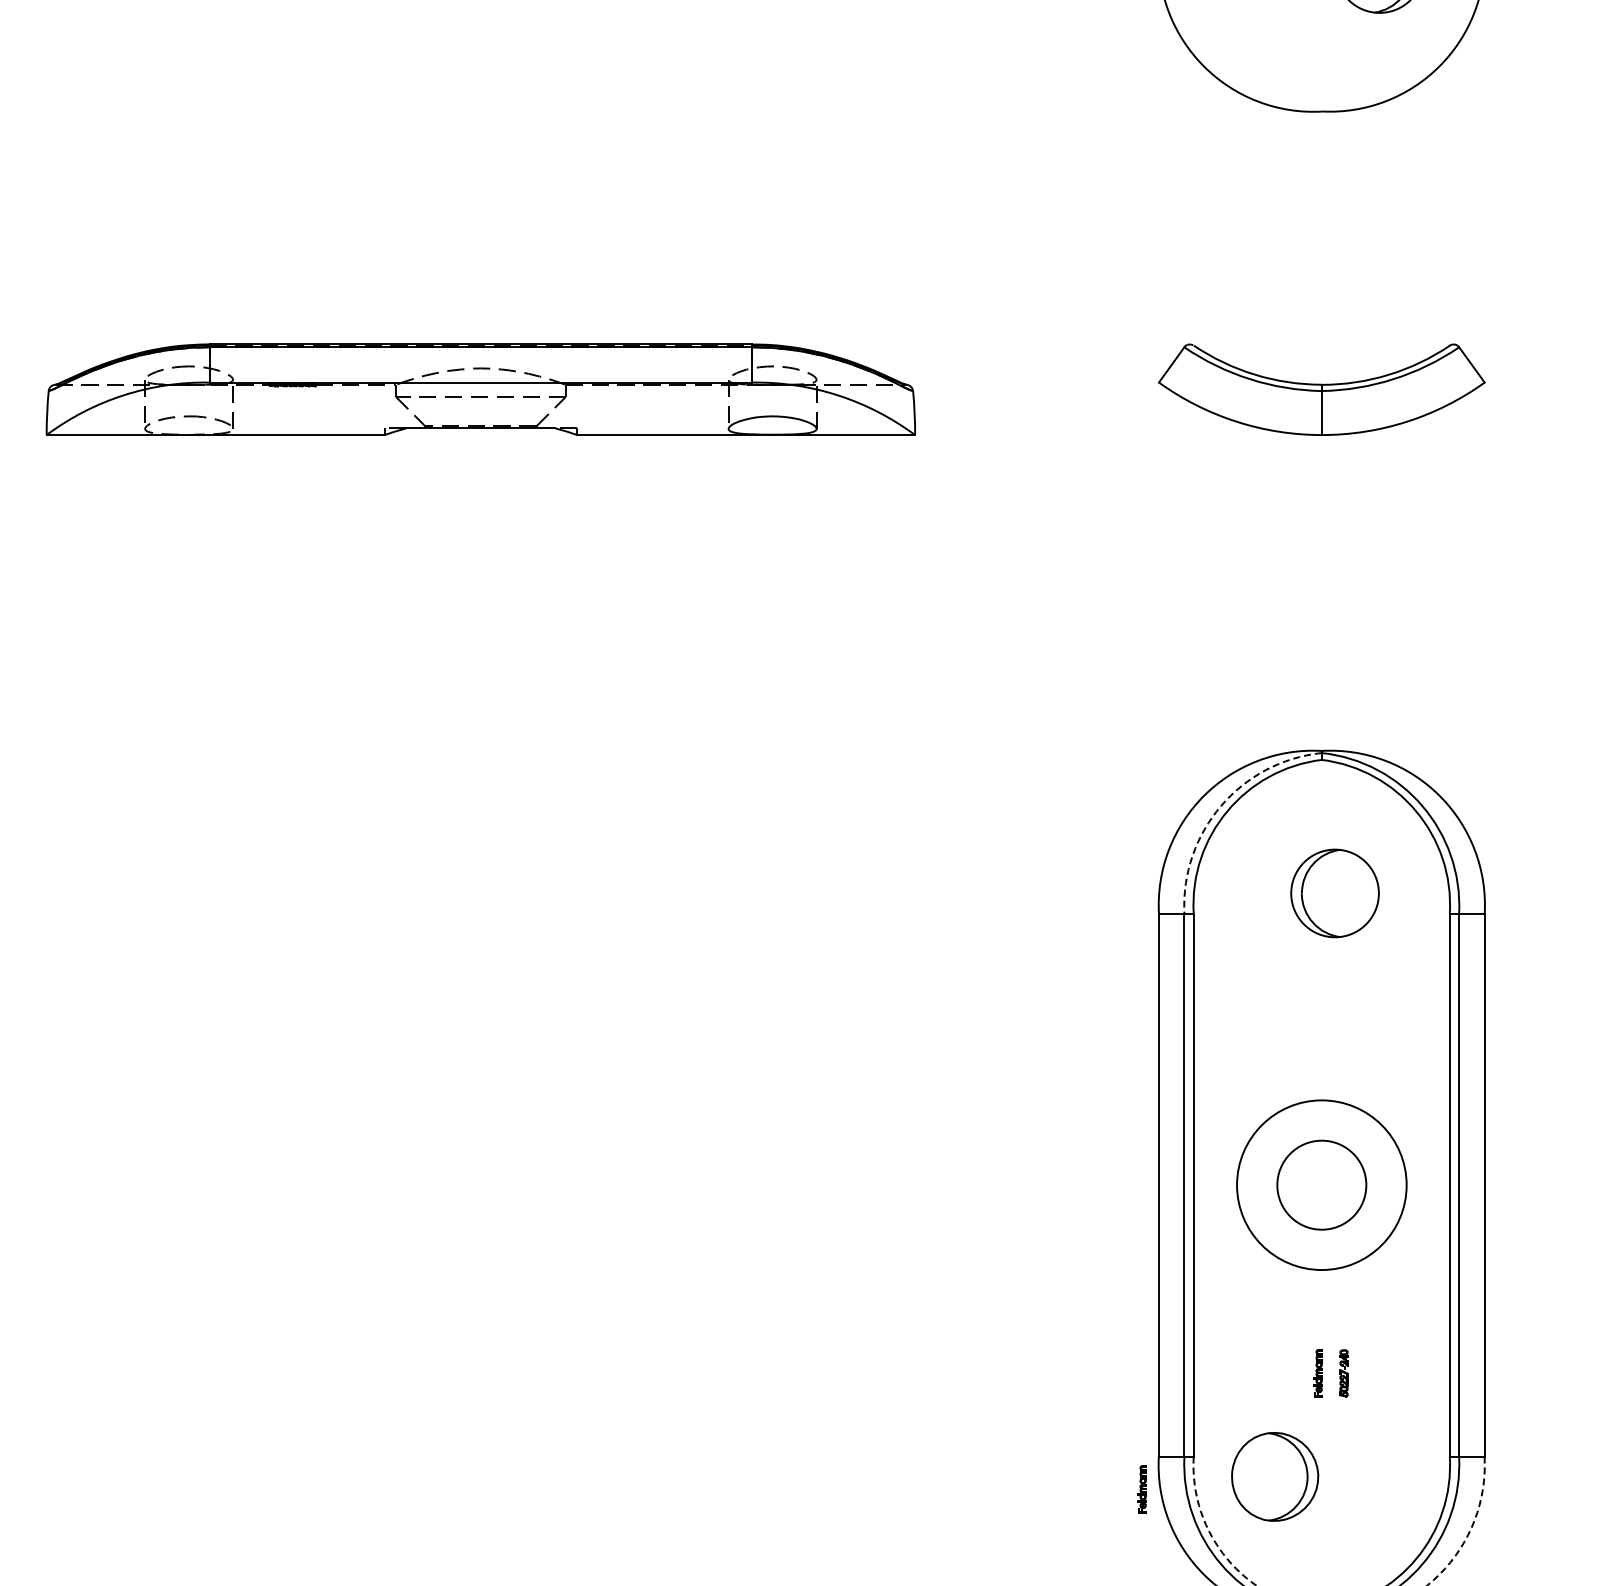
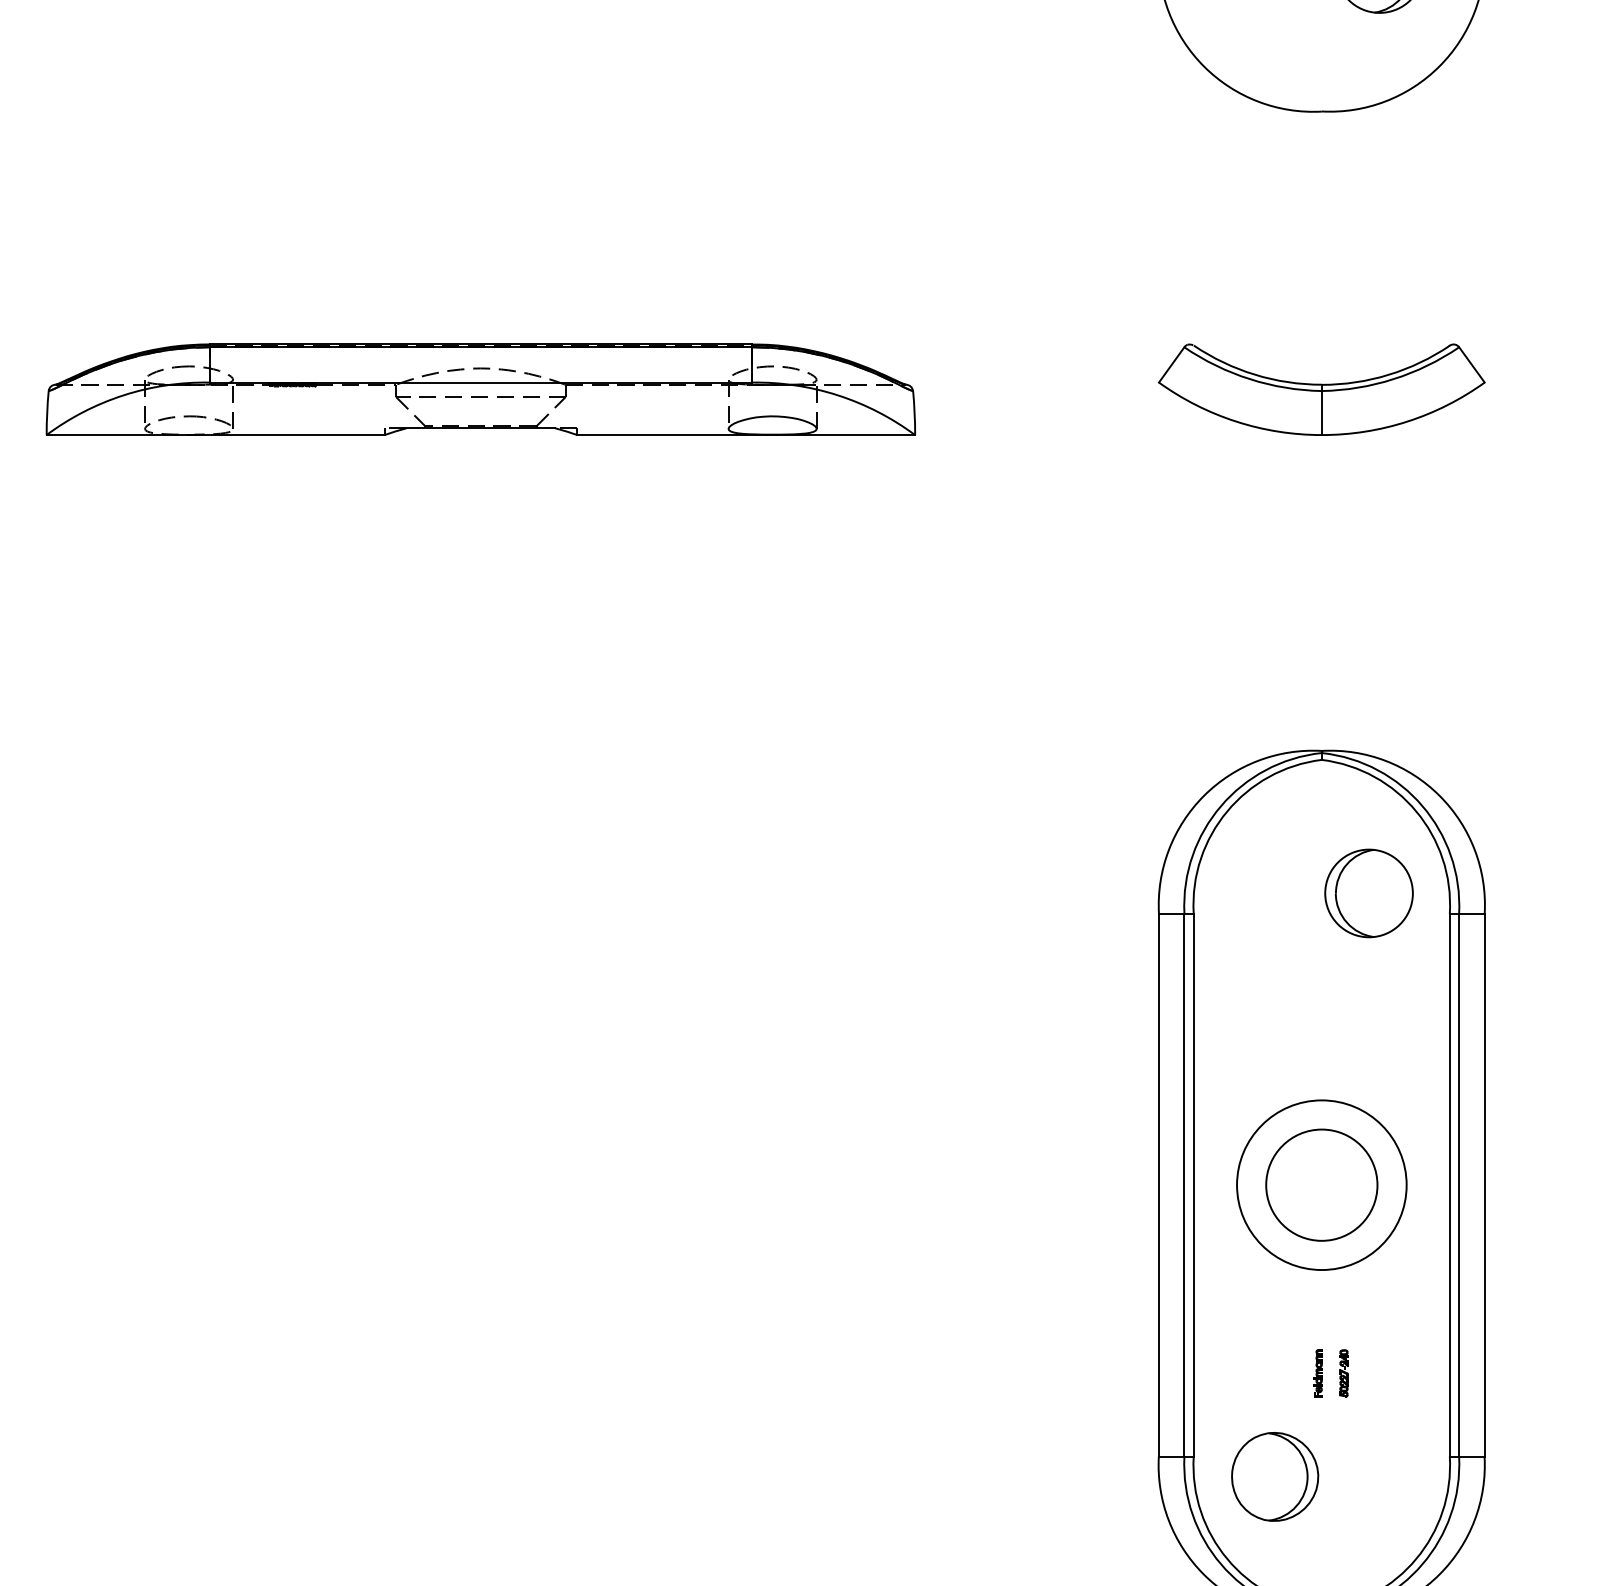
arc at (1221, 806): dashed -> solid
part at (1334, 893) position: (1334, 893) -> (1368, 893)
circle at (1321, 1184) diameter: 89 px -> 111 px
part at (1141, 1489): present -> none
arc at (1471, 1527): dashed -> solid
arc at (1207, 1528): dashed -> solid
